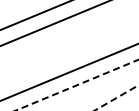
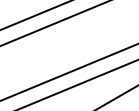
line at (76, 85): dashed -> solid
line at (116, 98): dashed -> solid
